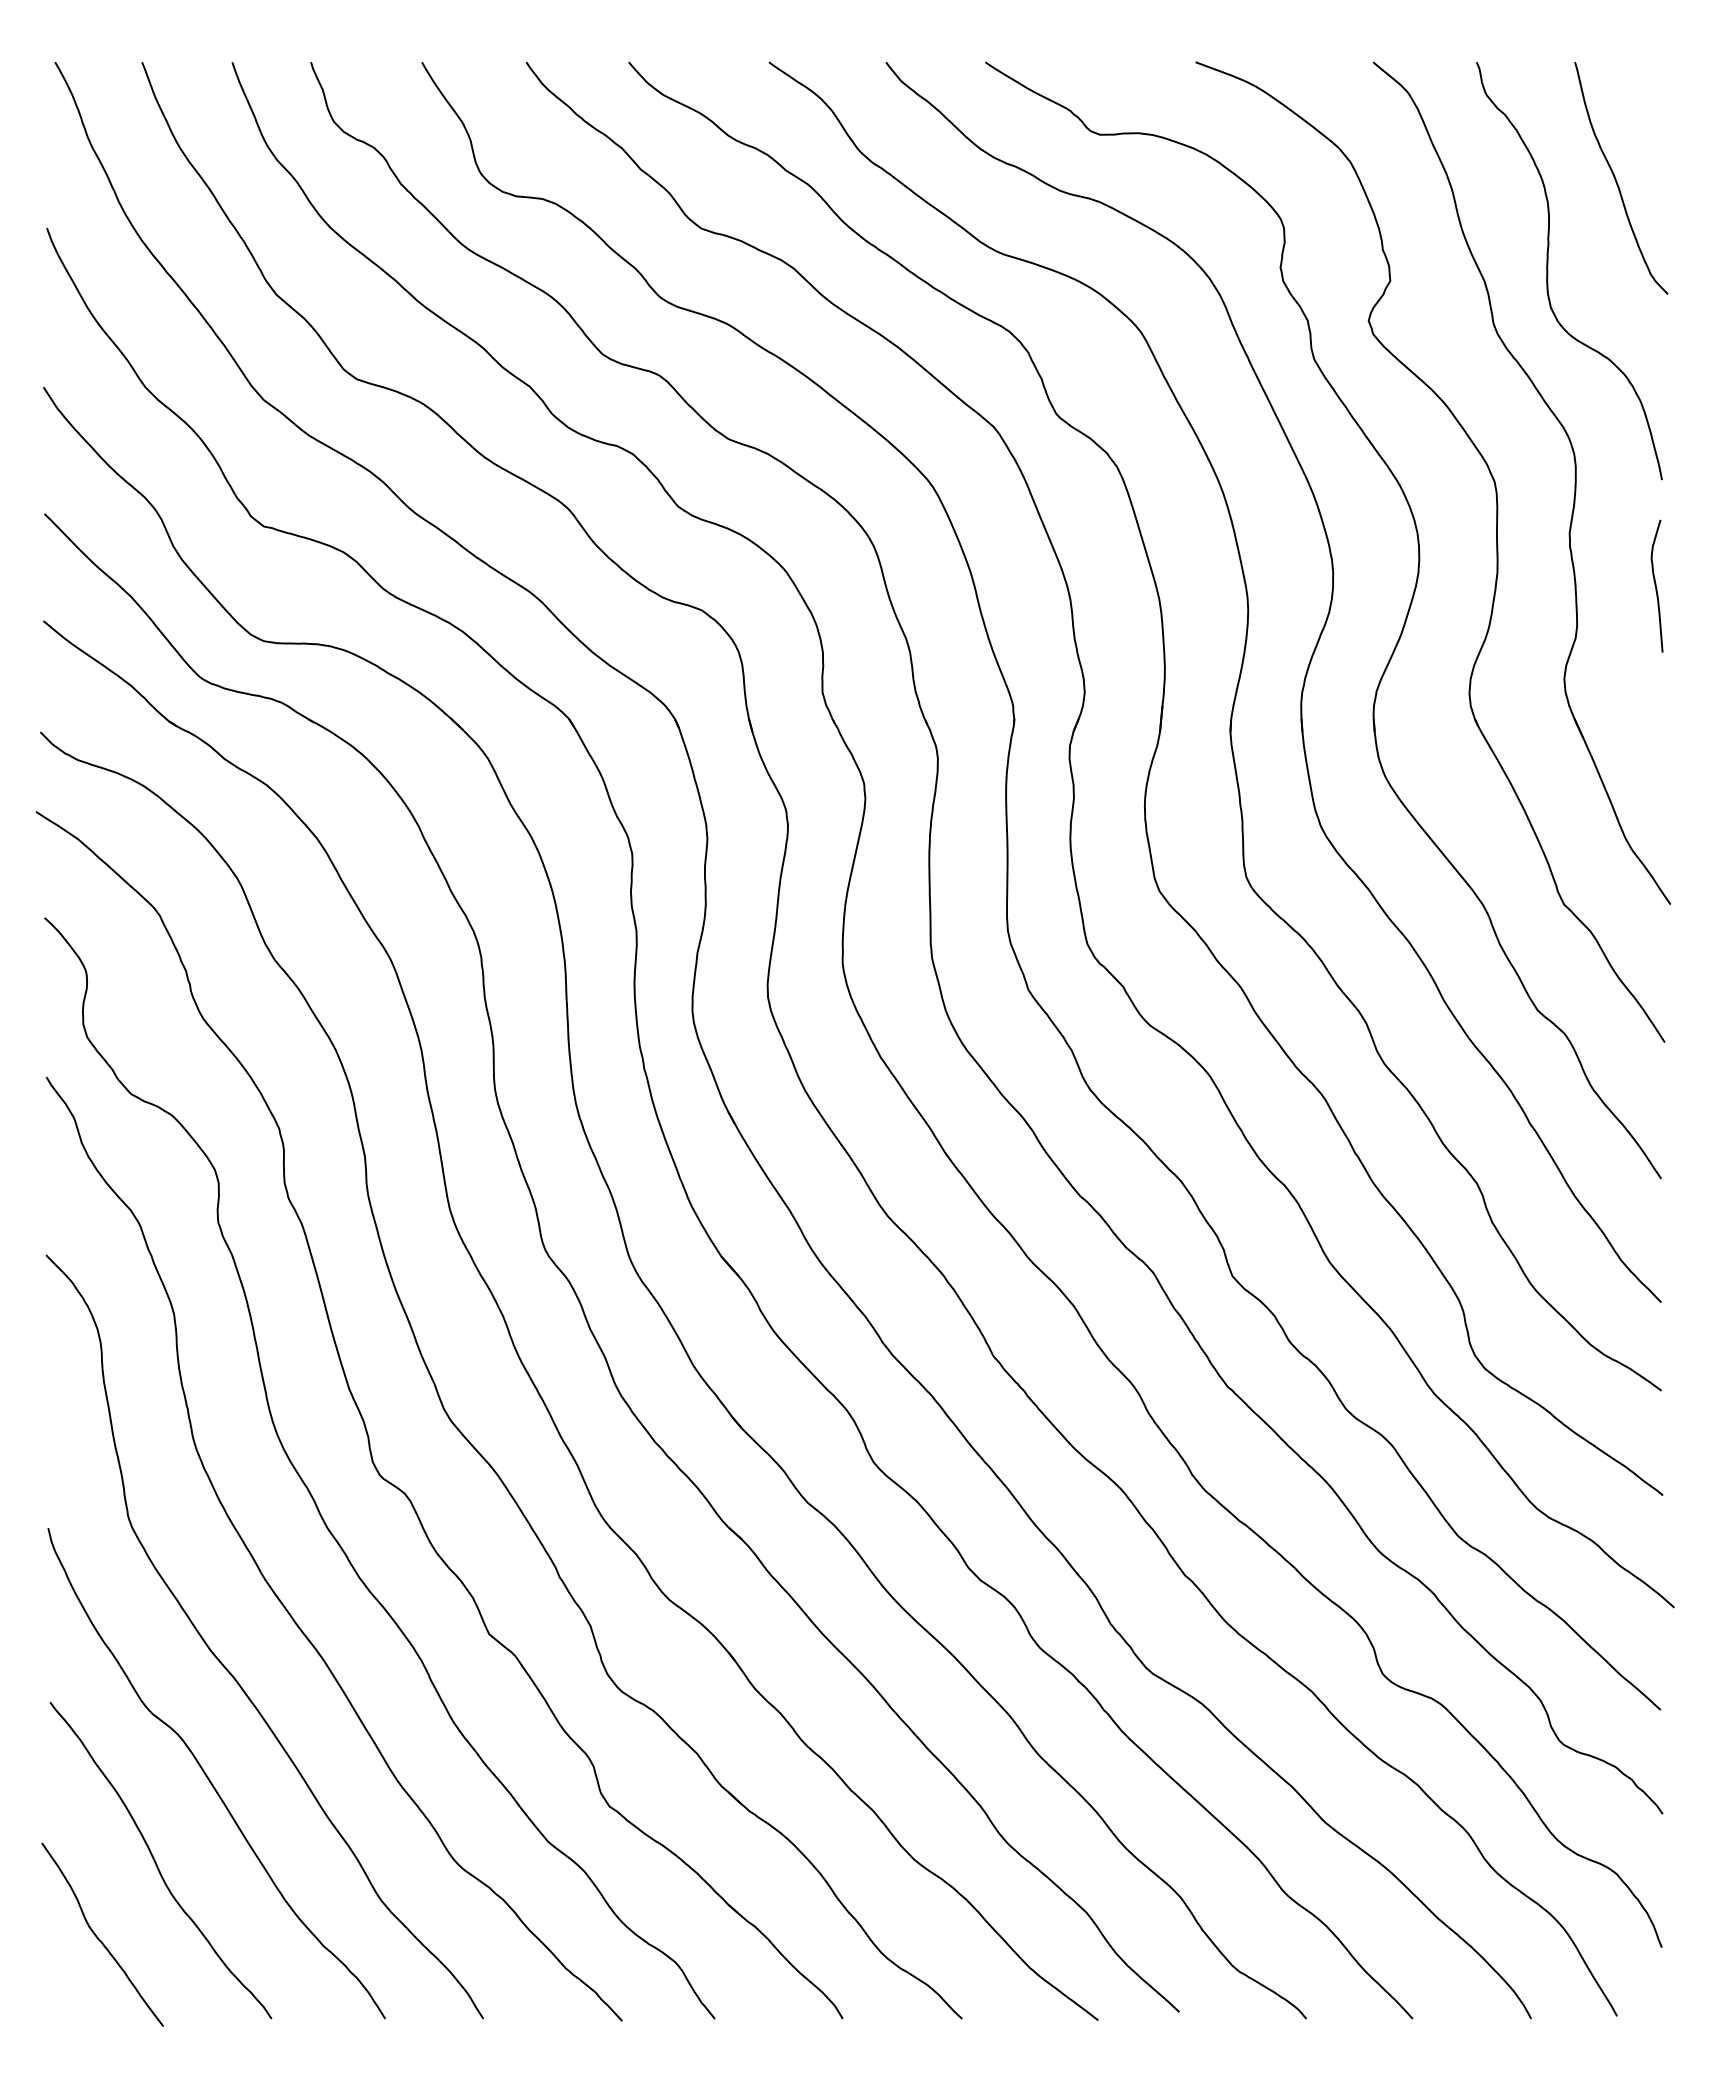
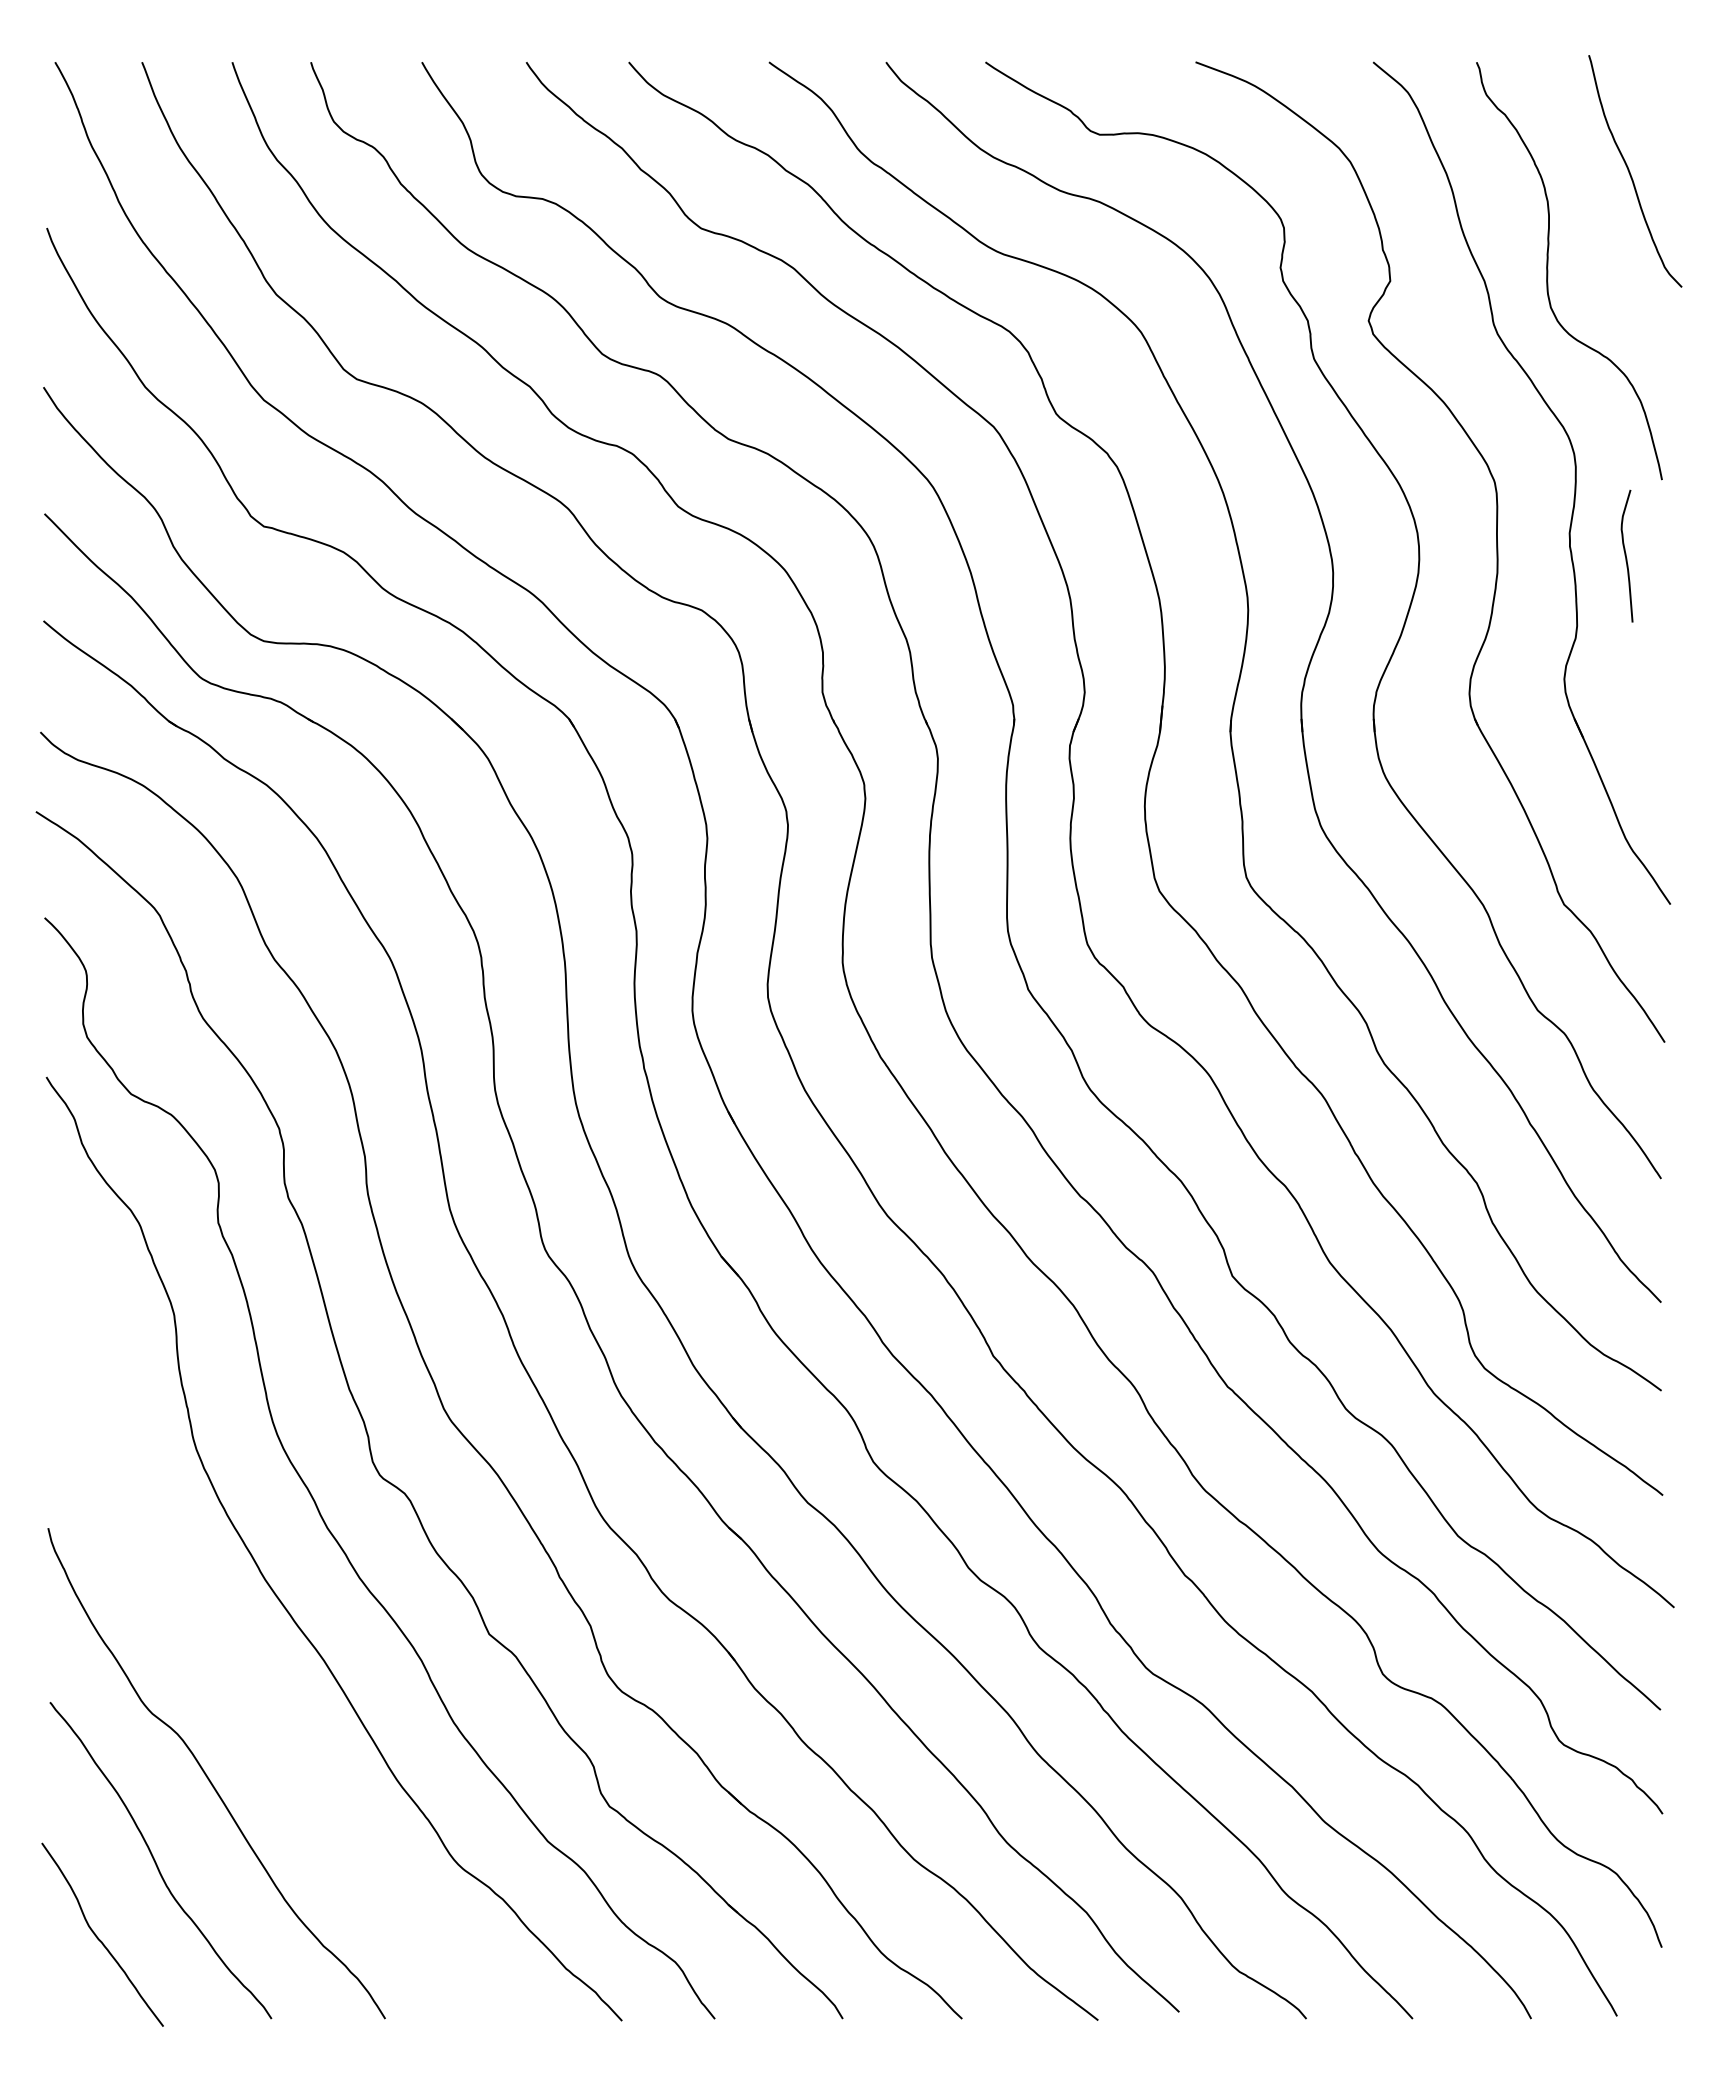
curve at (1616, 178) position: (1616, 178) -> (1630, 171)
curve at (1656, 585) position: (1656, 585) -> (1626, 555)
curve at (228, 1669): present -> none
